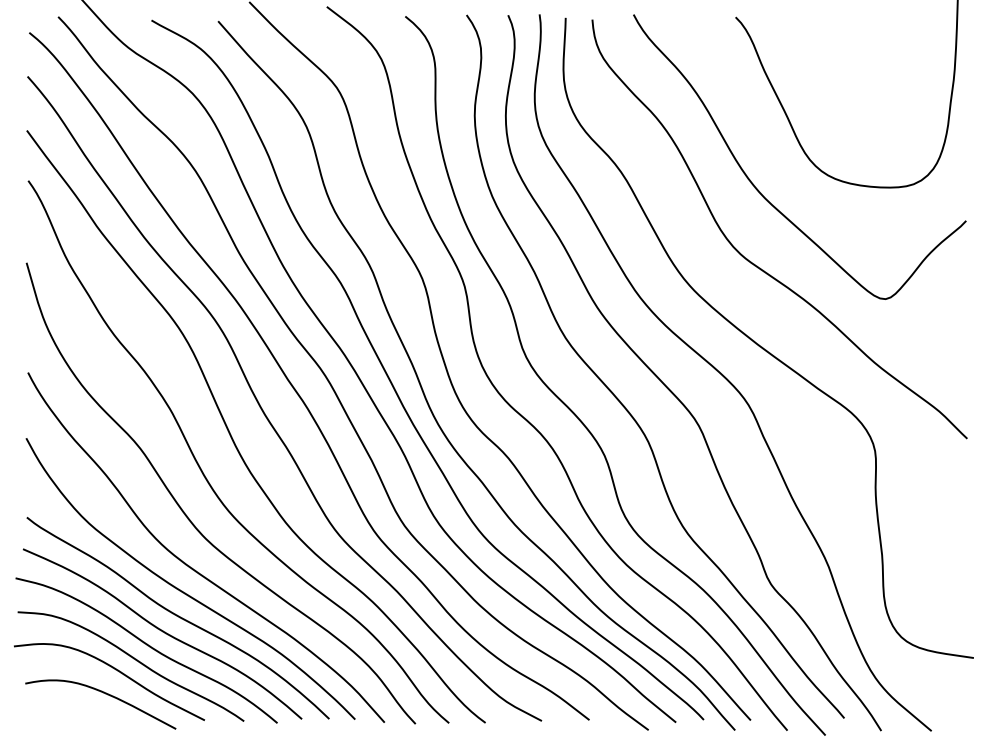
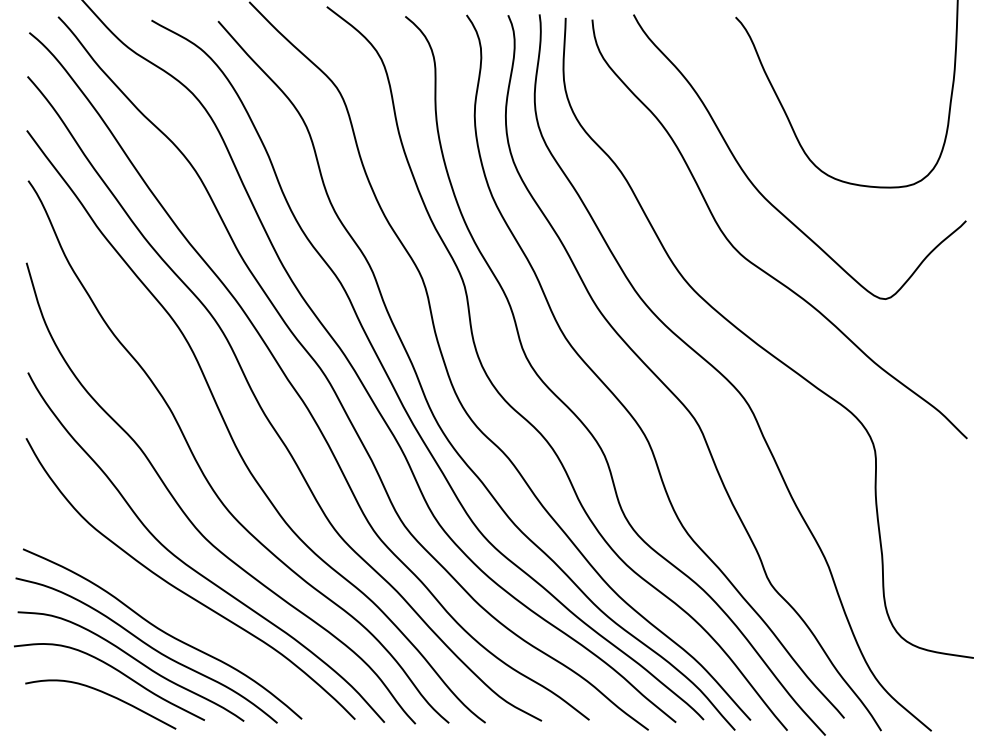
curve at (178, 617): present -> none
